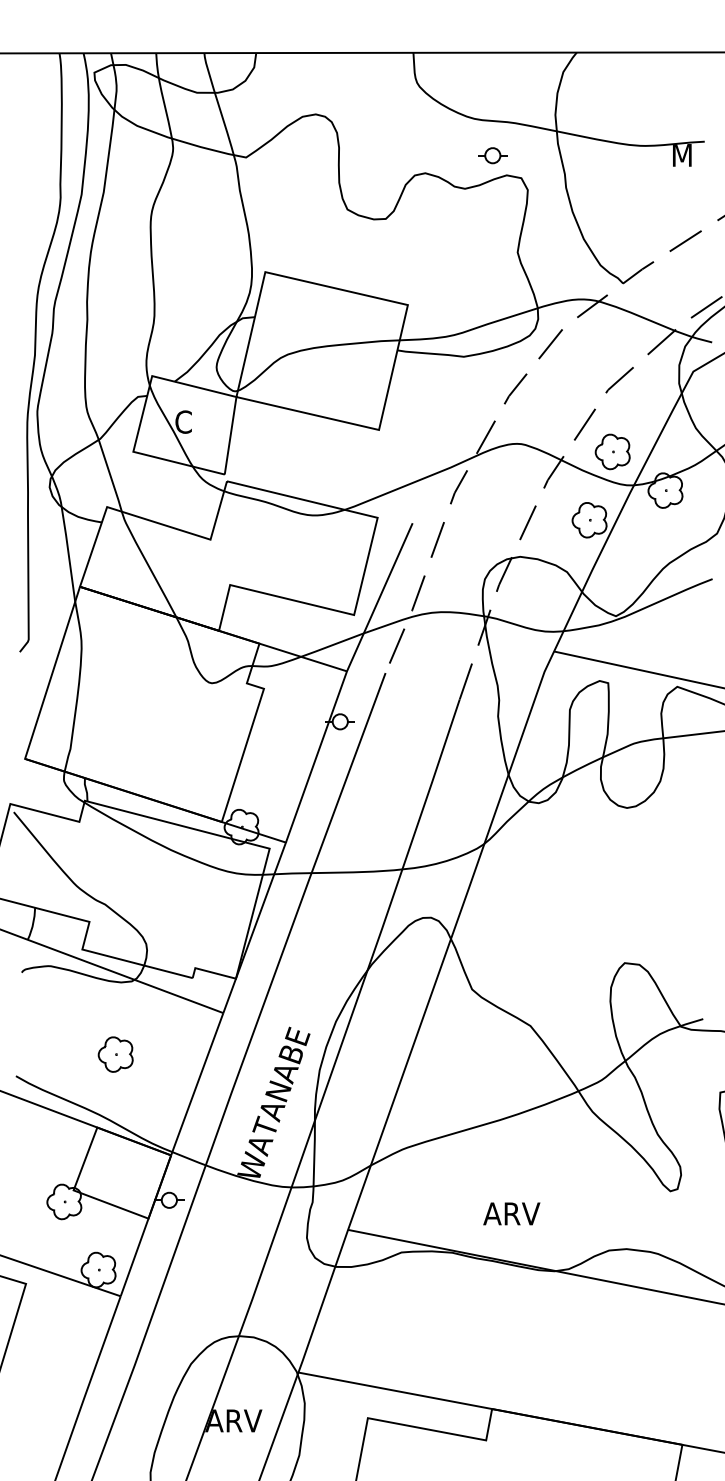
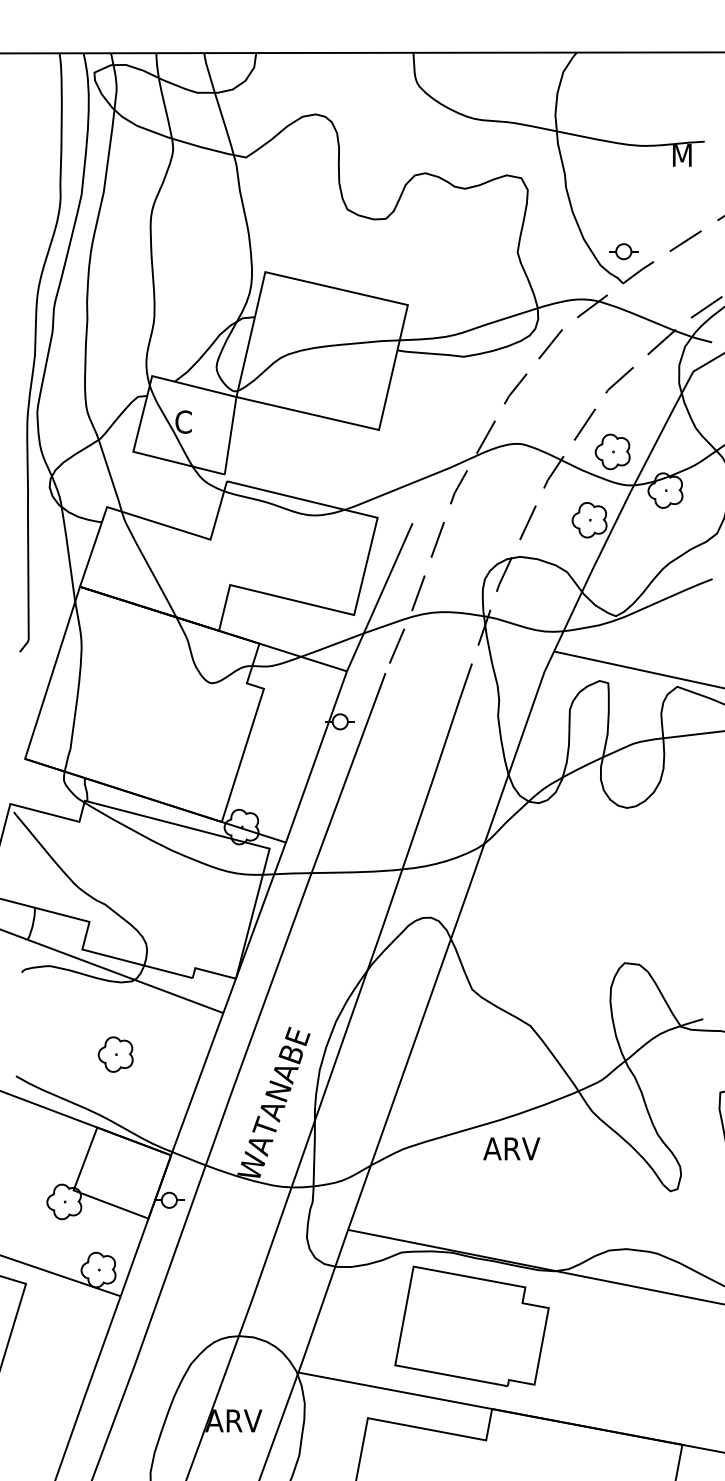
part at (492, 155) position: (492, 155) -> (623, 251)
text at (511, 1213) position: (511, 1213) -> (511, 1148)
part at (471, 1325): none -> present
